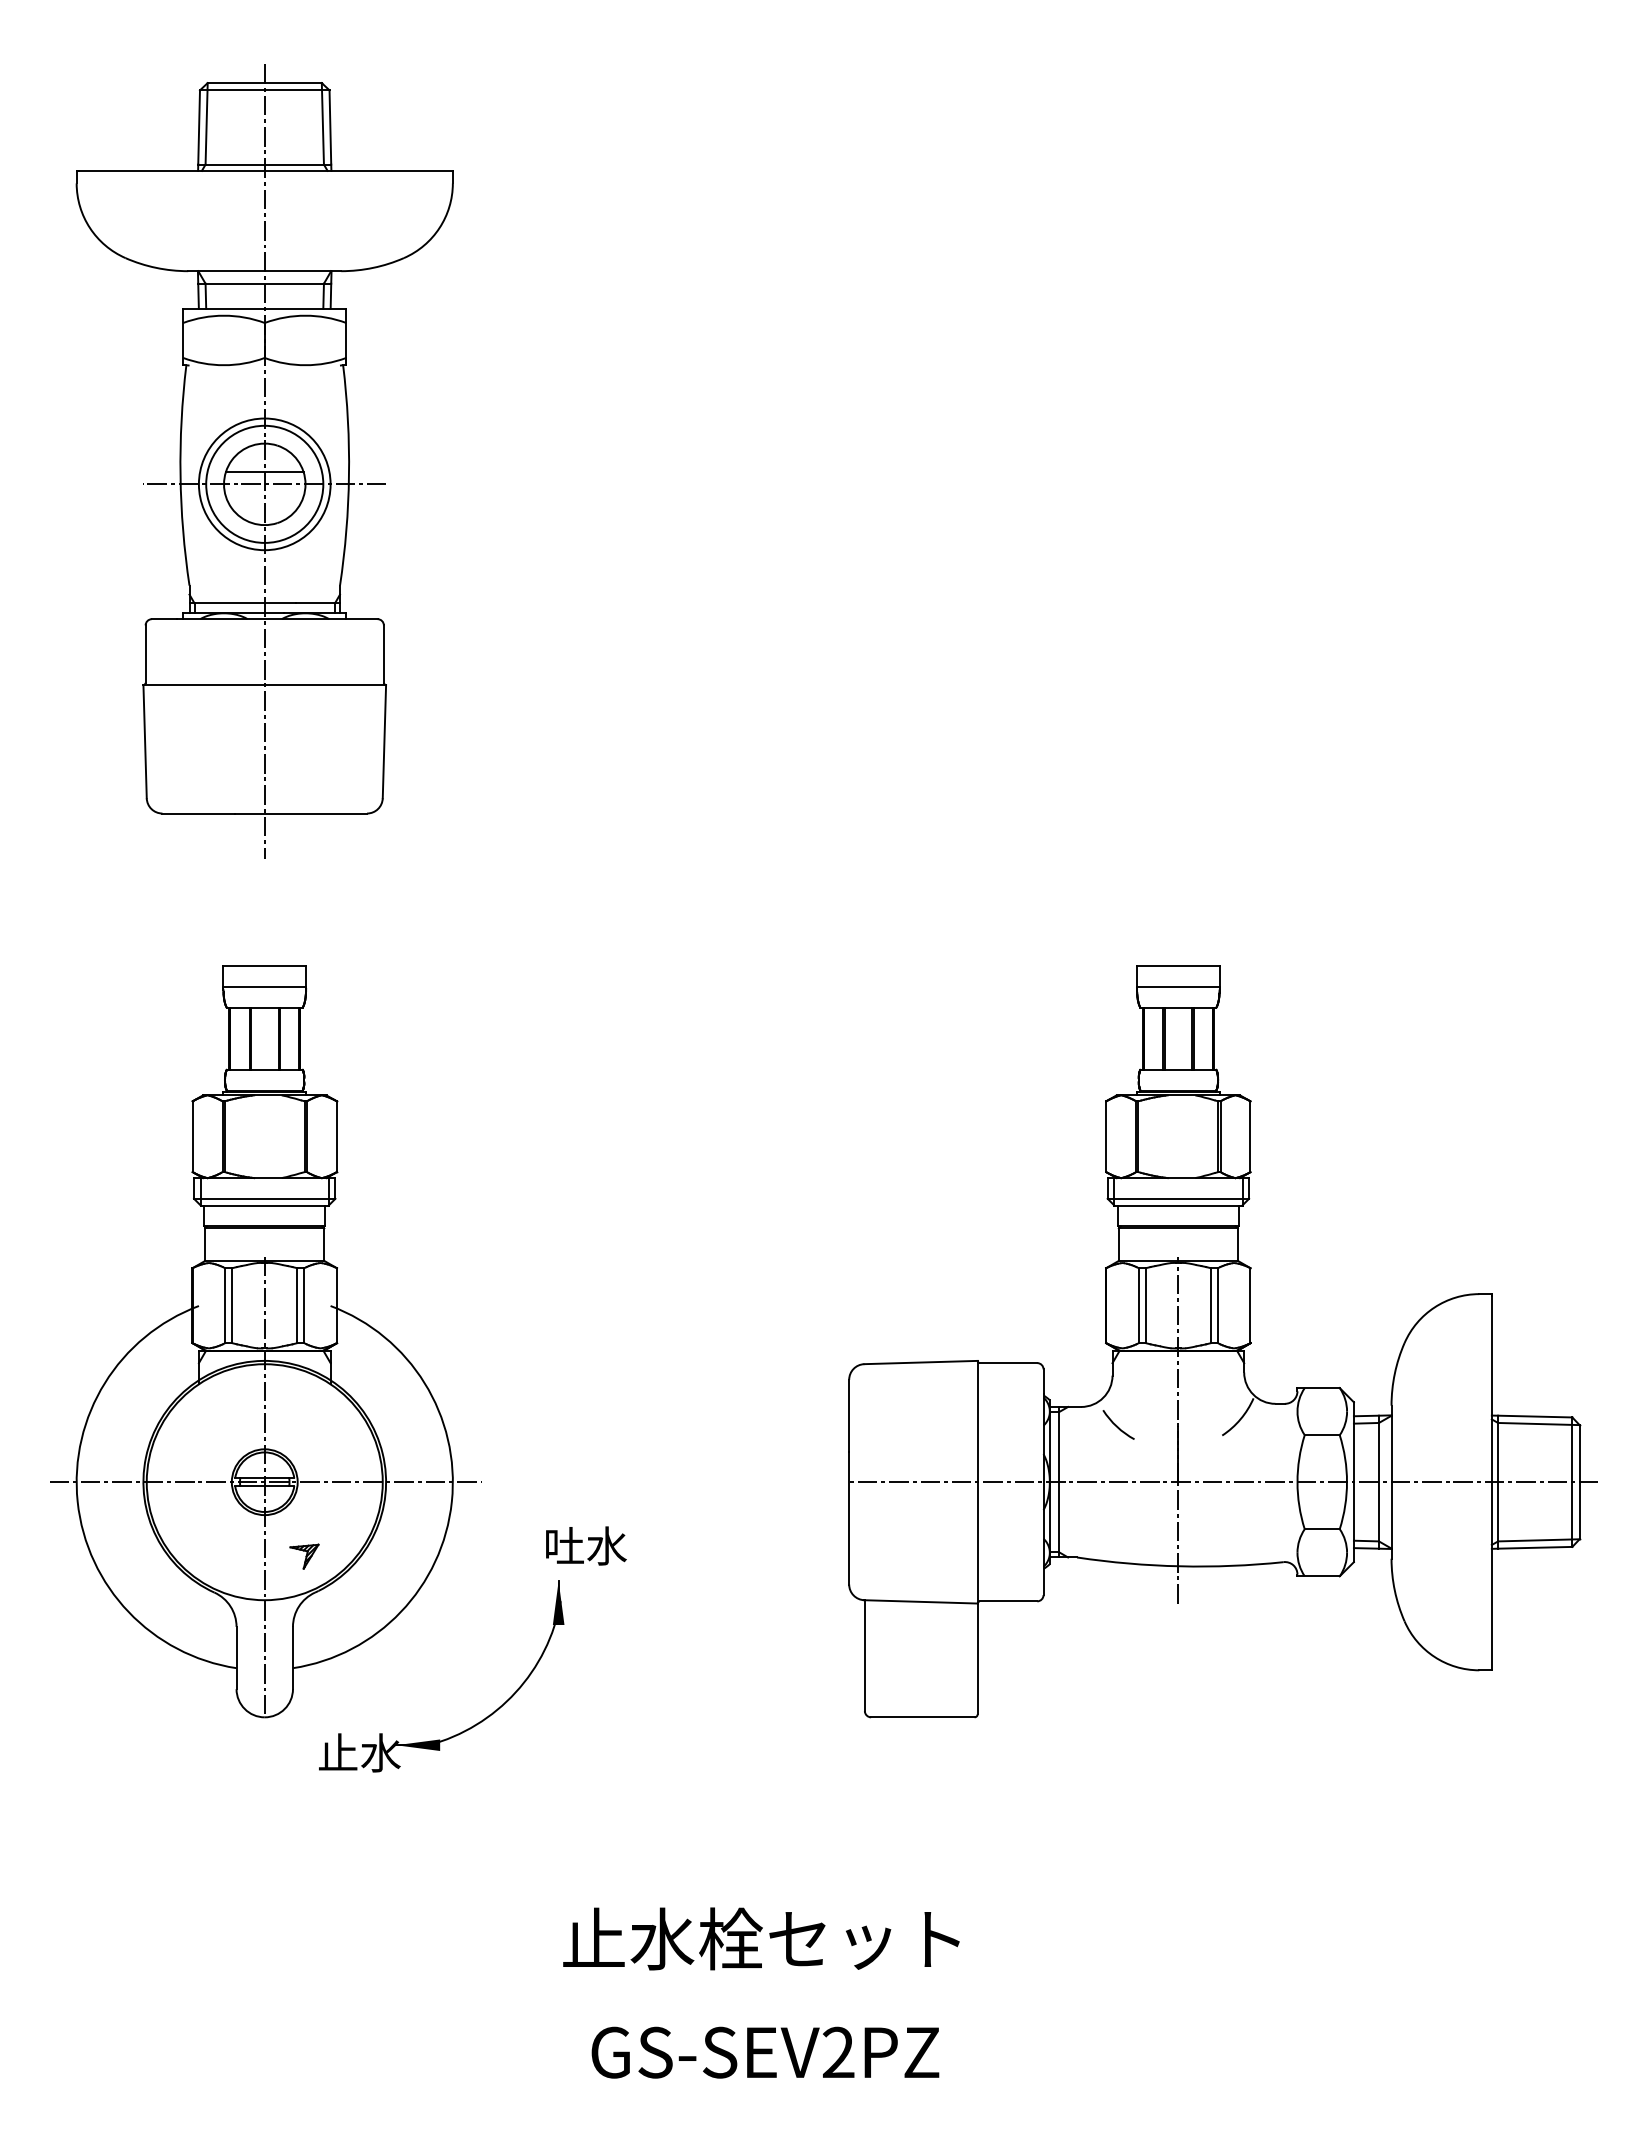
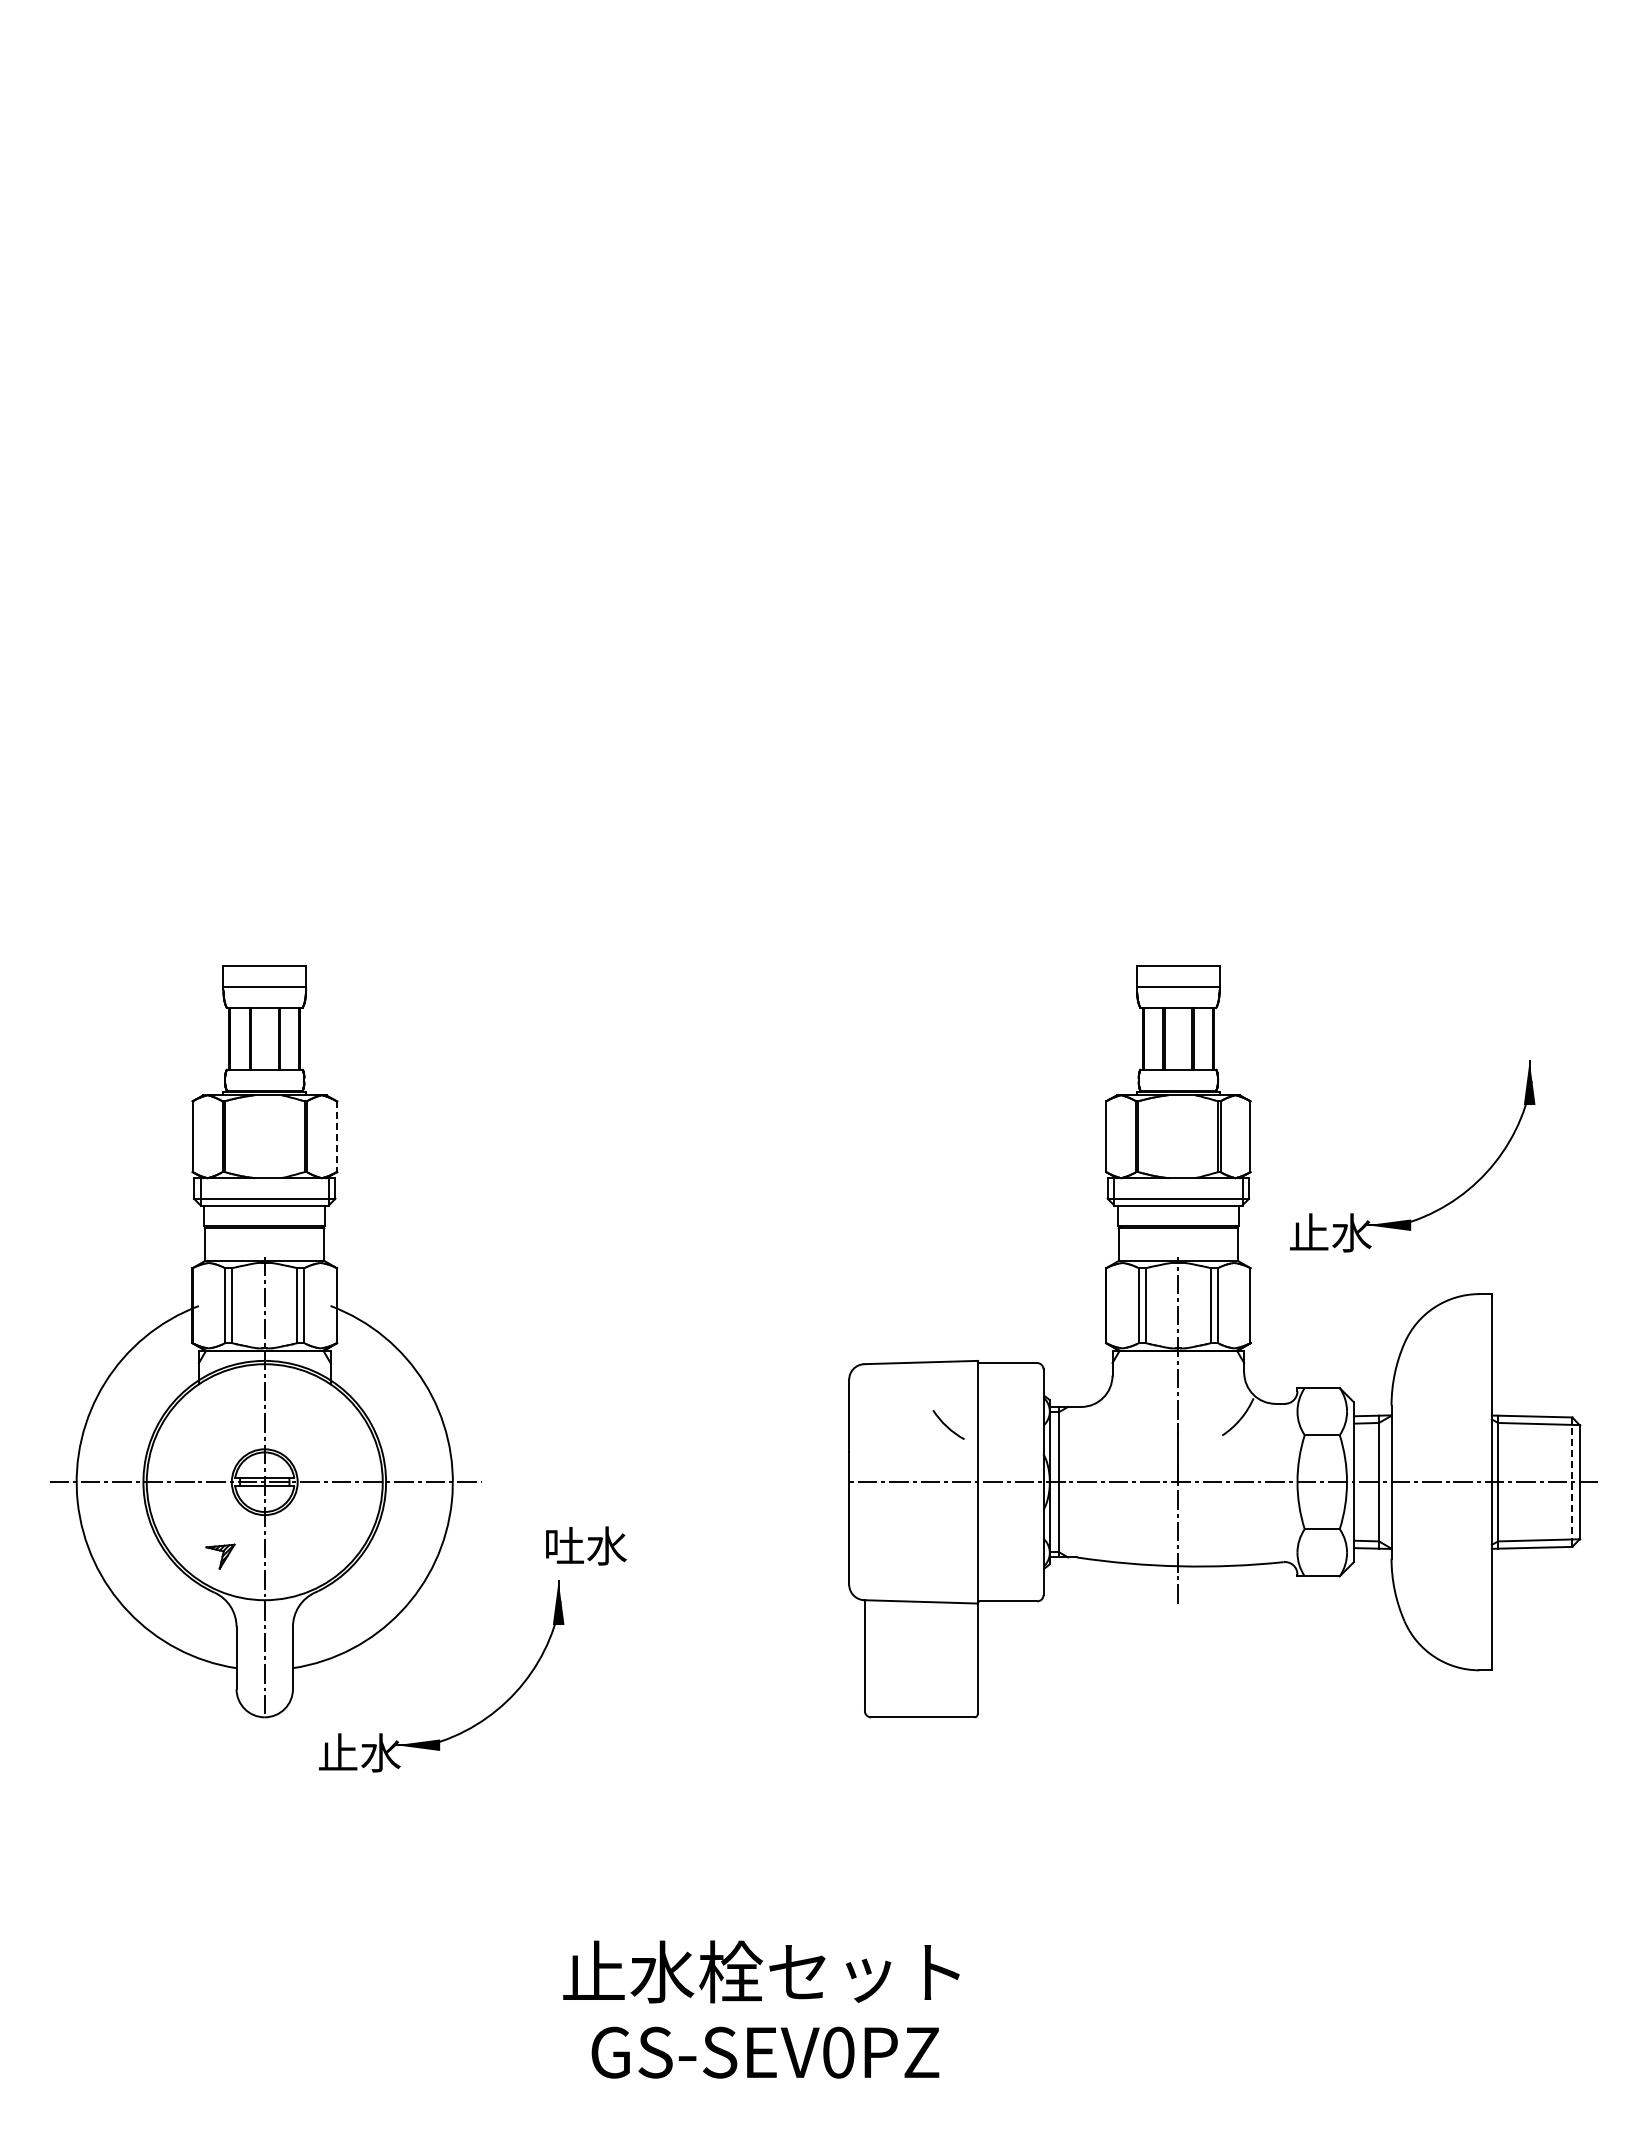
part at (264, 461): present -> none
line at (336, 1137): solid -> dashed
part at (1438, 1208): none -> present
arc at (1117, 1425) position: (1117, 1425) -> (947, 1425)
line at (1572, 1479): solid -> dashed
part at (304, 1556) position: (304, 1556) -> (220, 1556)
text at (761, 1938) position: (761, 1938) -> (761, 1971)
text at (838, 2052): GS-SEV2PZ -> GS-SEV0PZ
